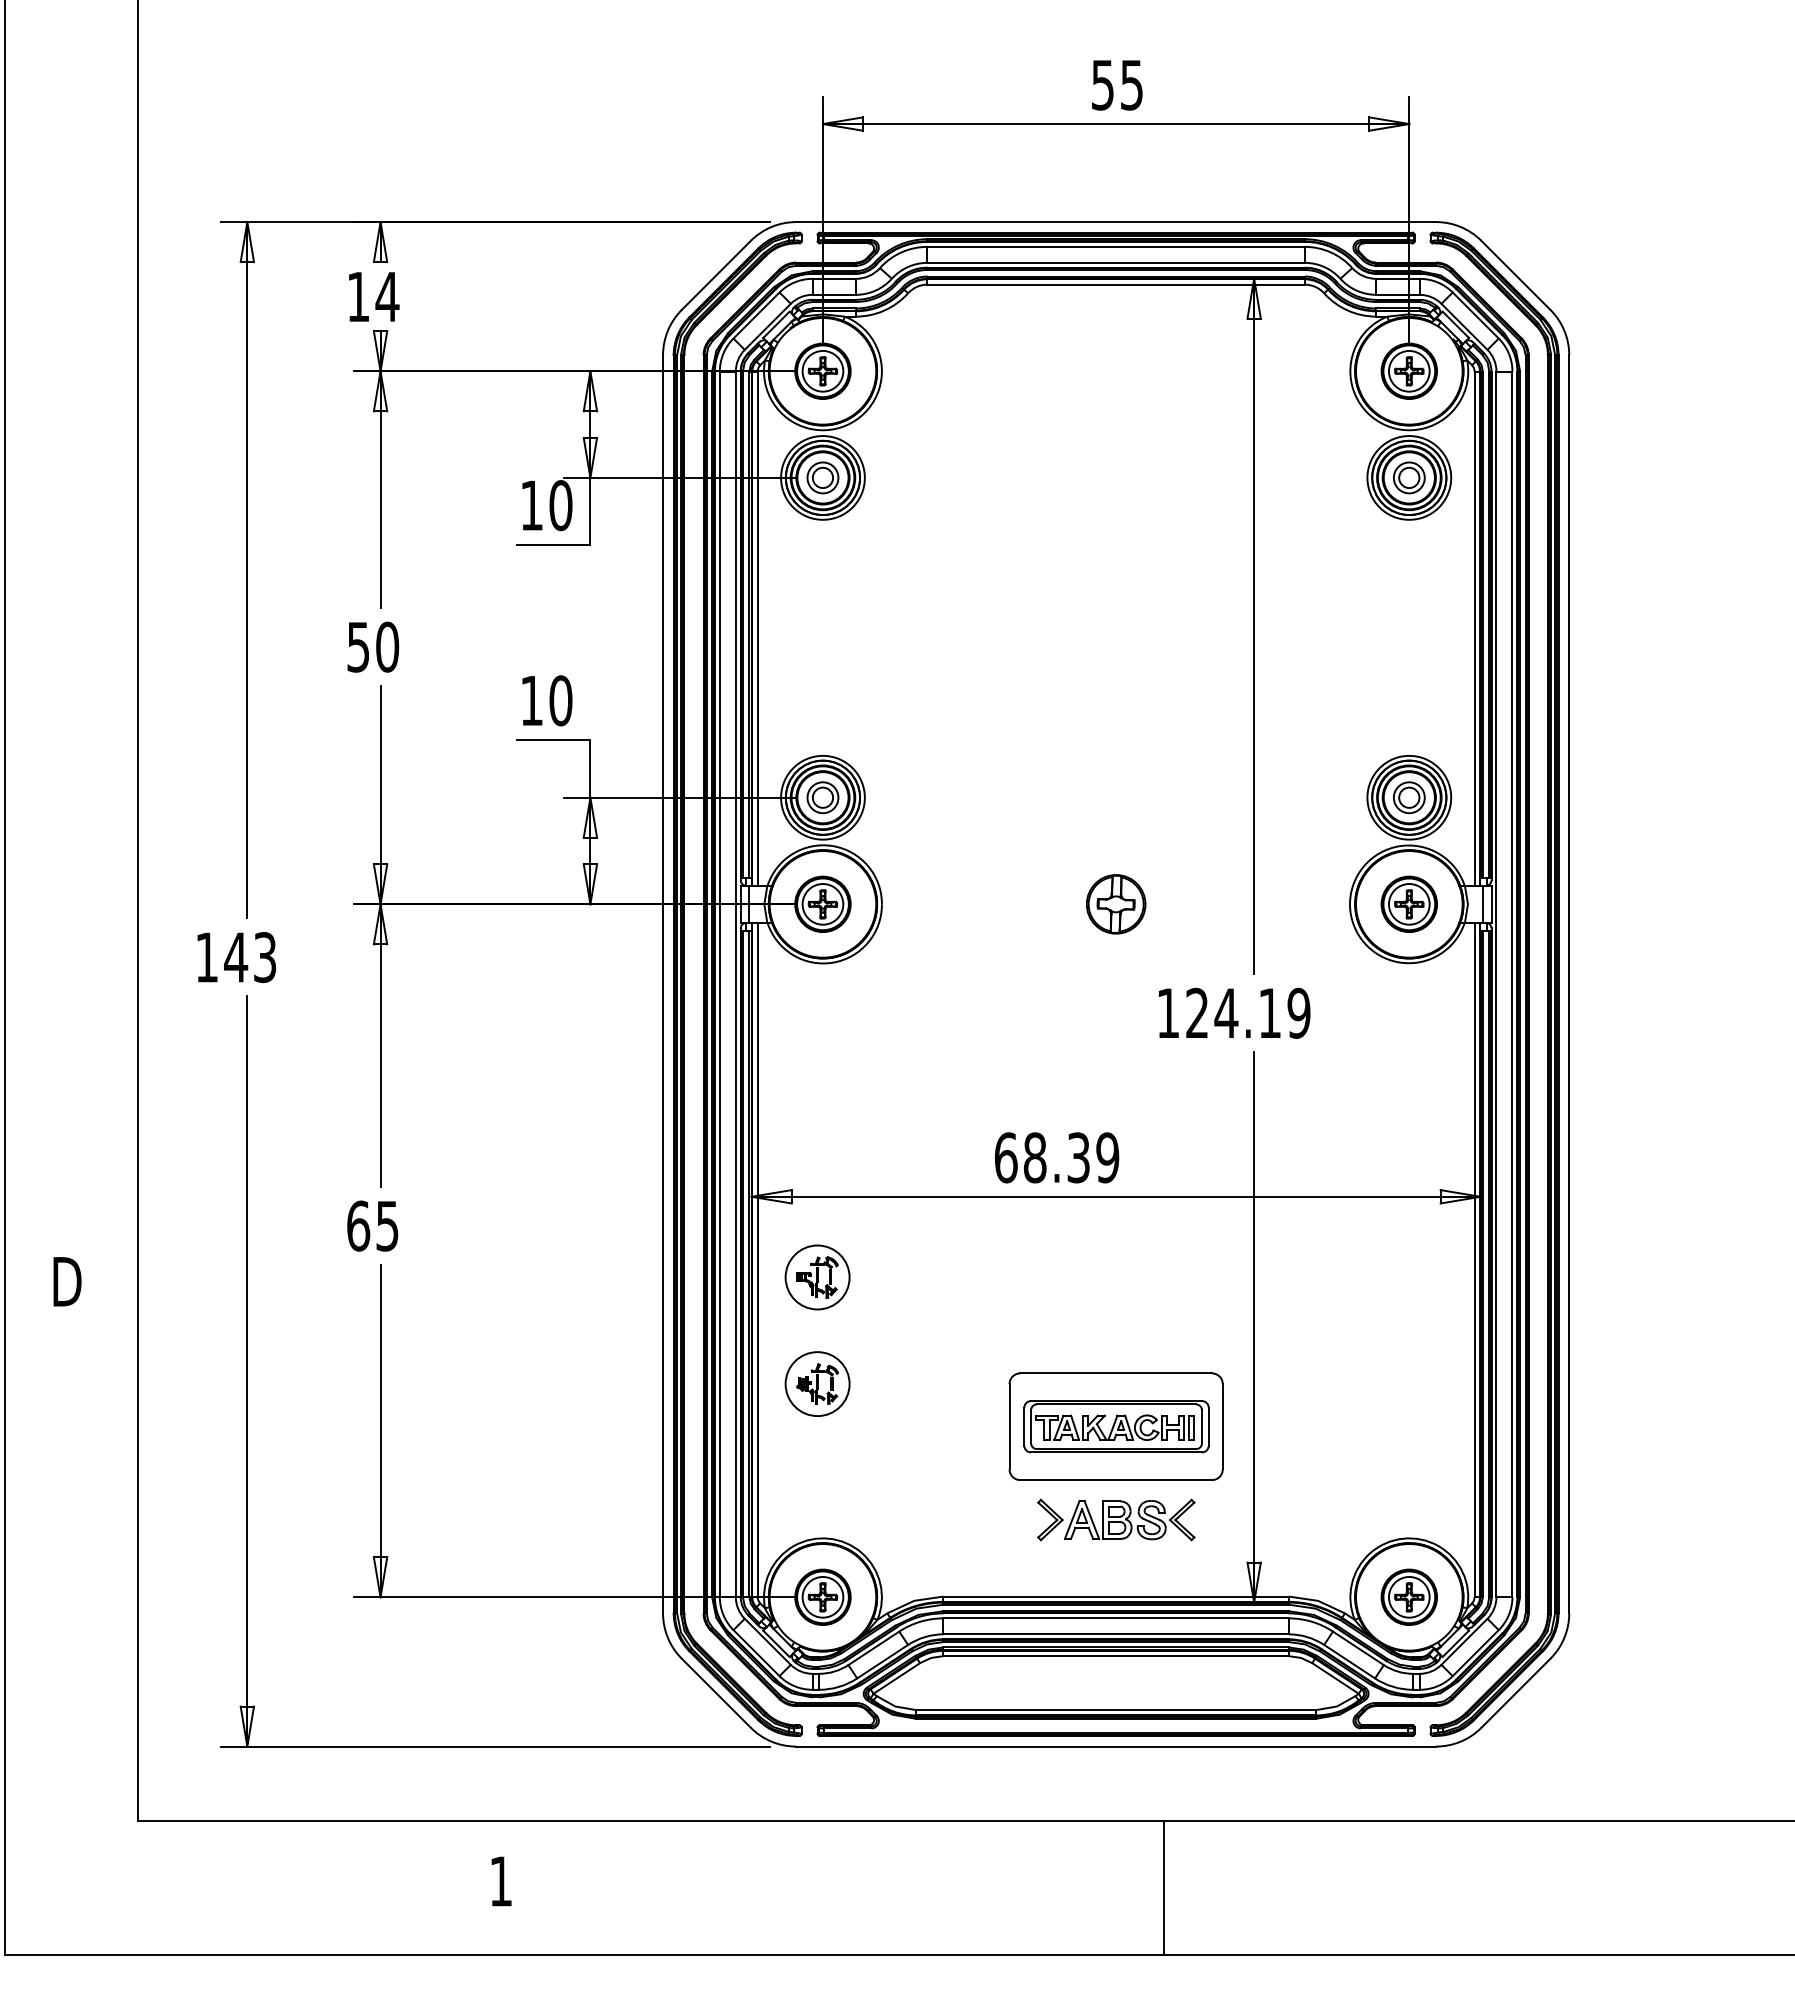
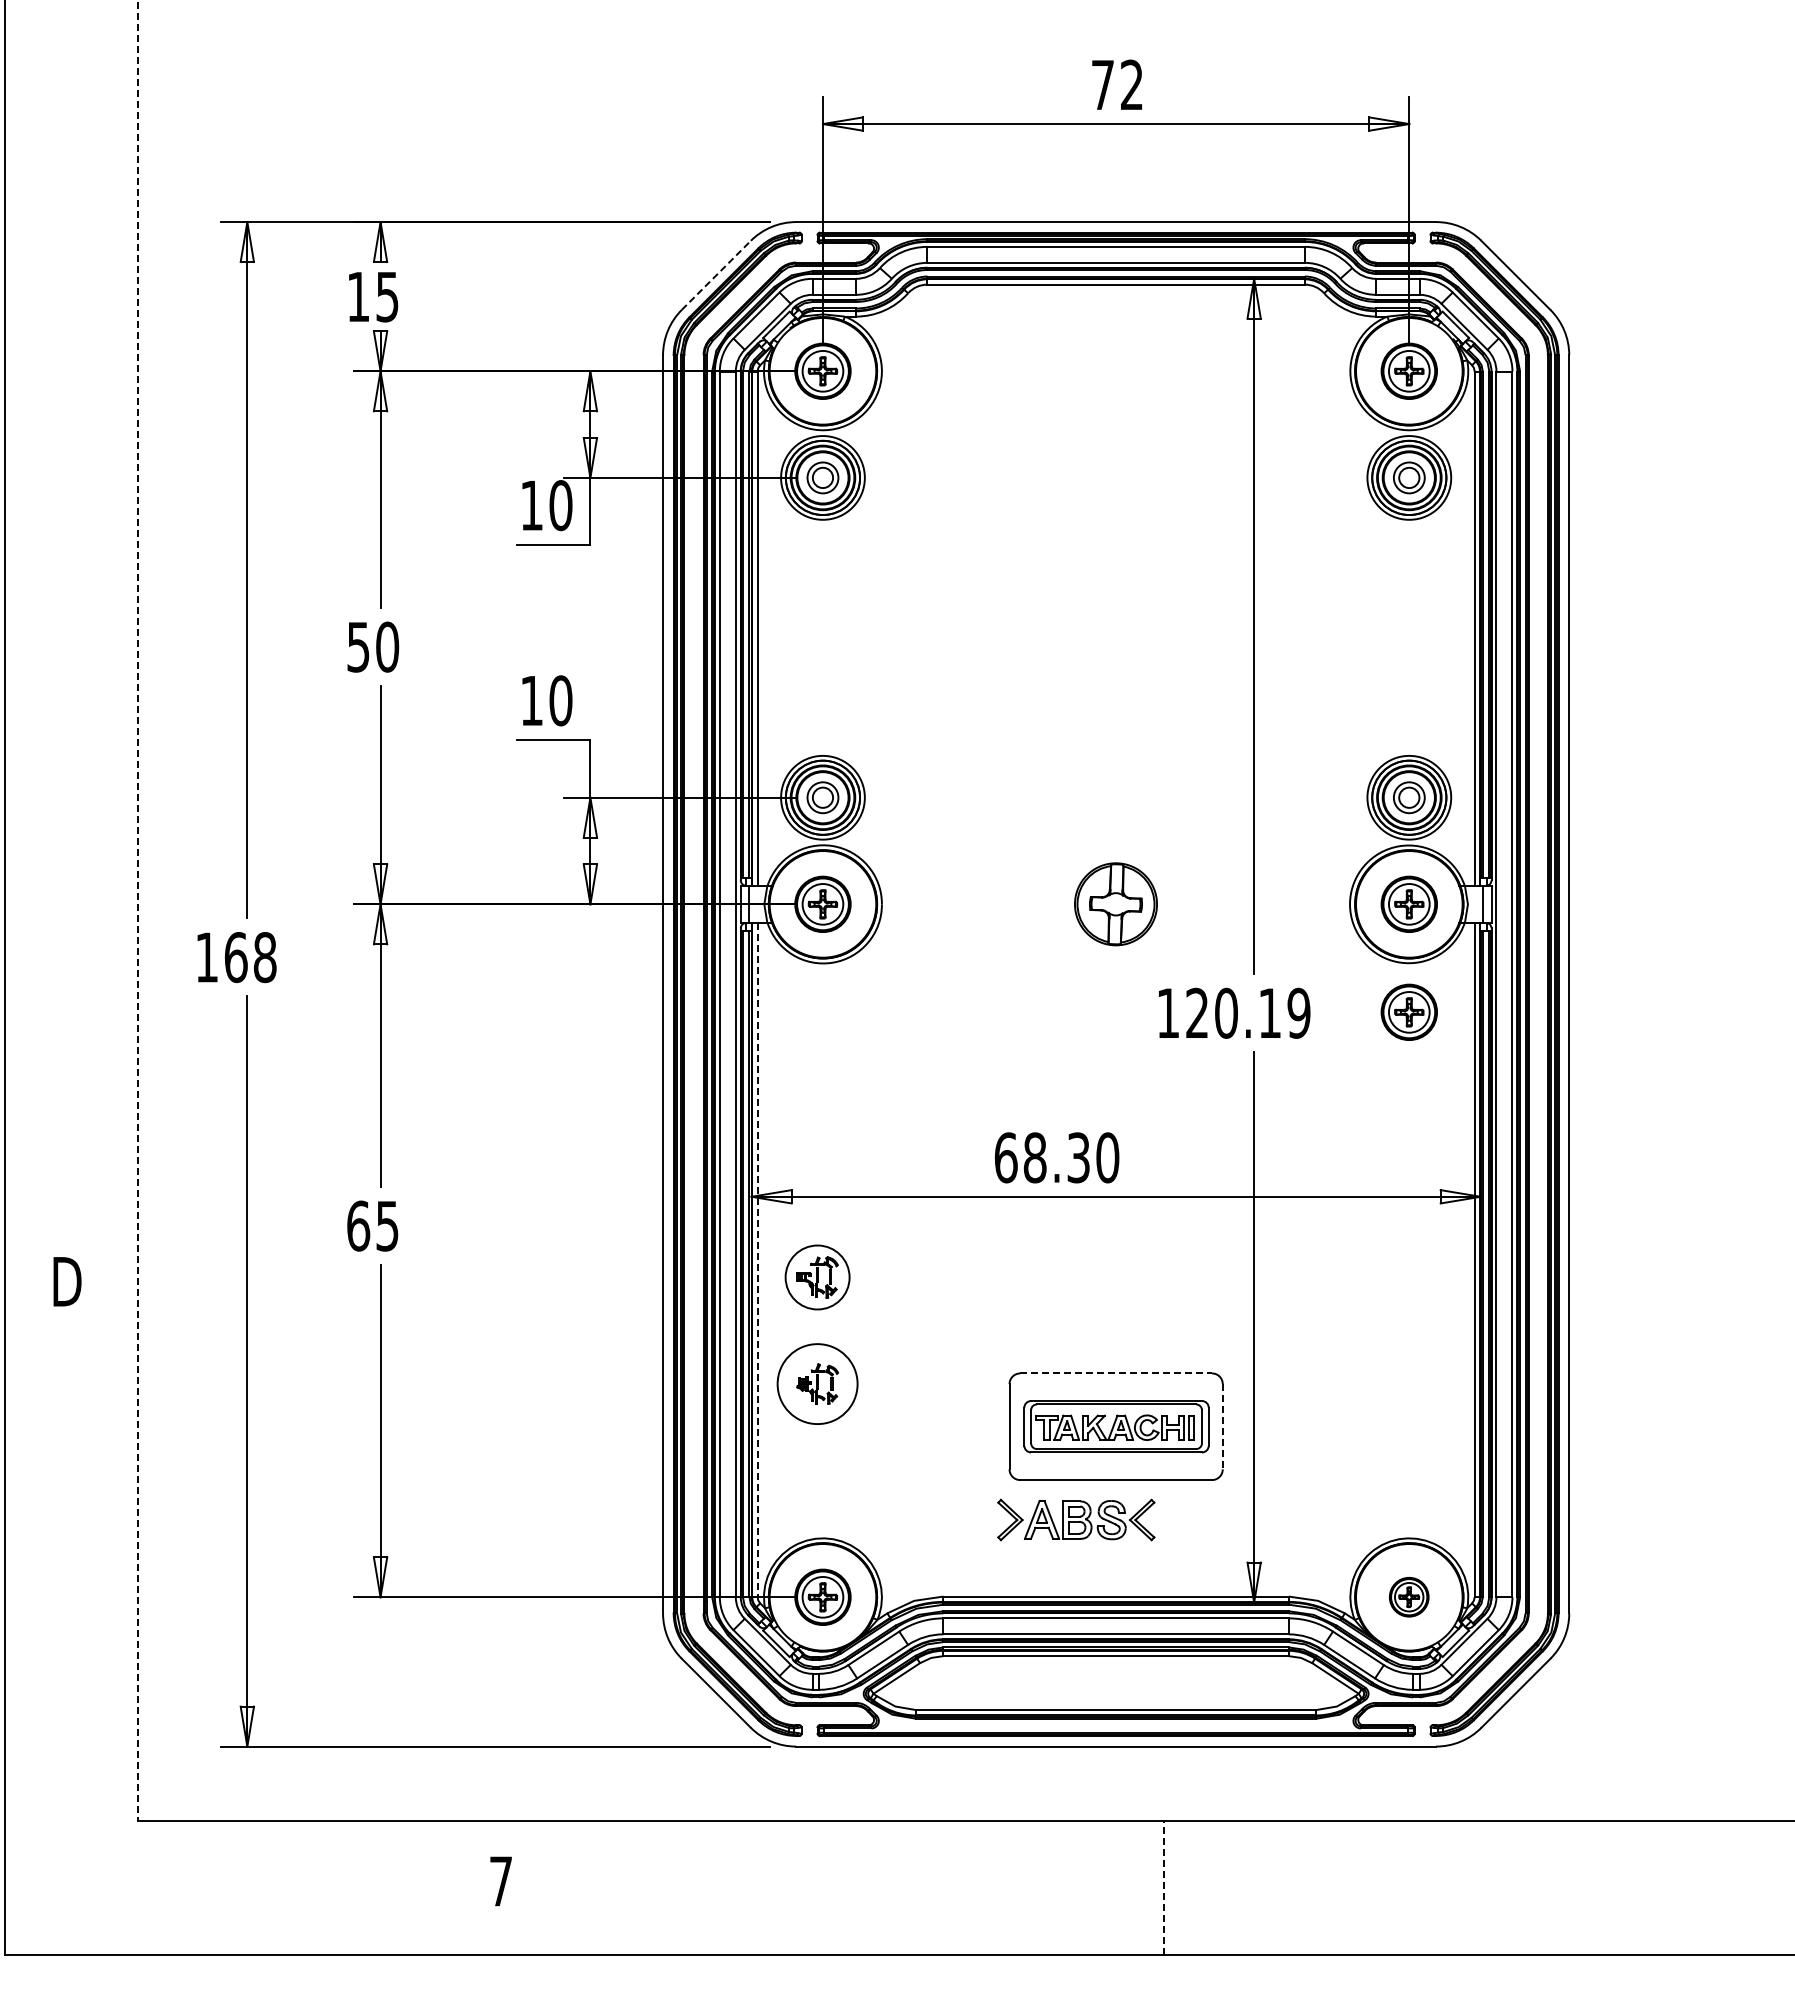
text at (1117, 84): 55 -> 72
line at (716, 275): solid -> dashed
text at (387, 297): 14 -> 15
part at (1116, 904) size: 61x61 px -> 84x85 px
line at (137, 911): solid -> dashed
text at (250, 957): 143 -> 168
part at (1408, 1011): none -> present
text at (1226, 1012): 124.19 -> 120.19
text at (1107, 1157): 68.39 -> 68.30
line at (757, 1260): solid -> dashed
line at (1116, 1373): solid -> dashed
circle at (817, 1384) diameter: 64 px -> 80 px
line at (1222, 1426): solid -> dashed
part at (1116, 1519) position: (1116, 1519) -> (1076, 1519)
part at (1408, 1596) size: 58x58 px -> 41x42 px
text at (500, 1881): 1 -> 7
line at (1164, 1887): solid -> dashed
